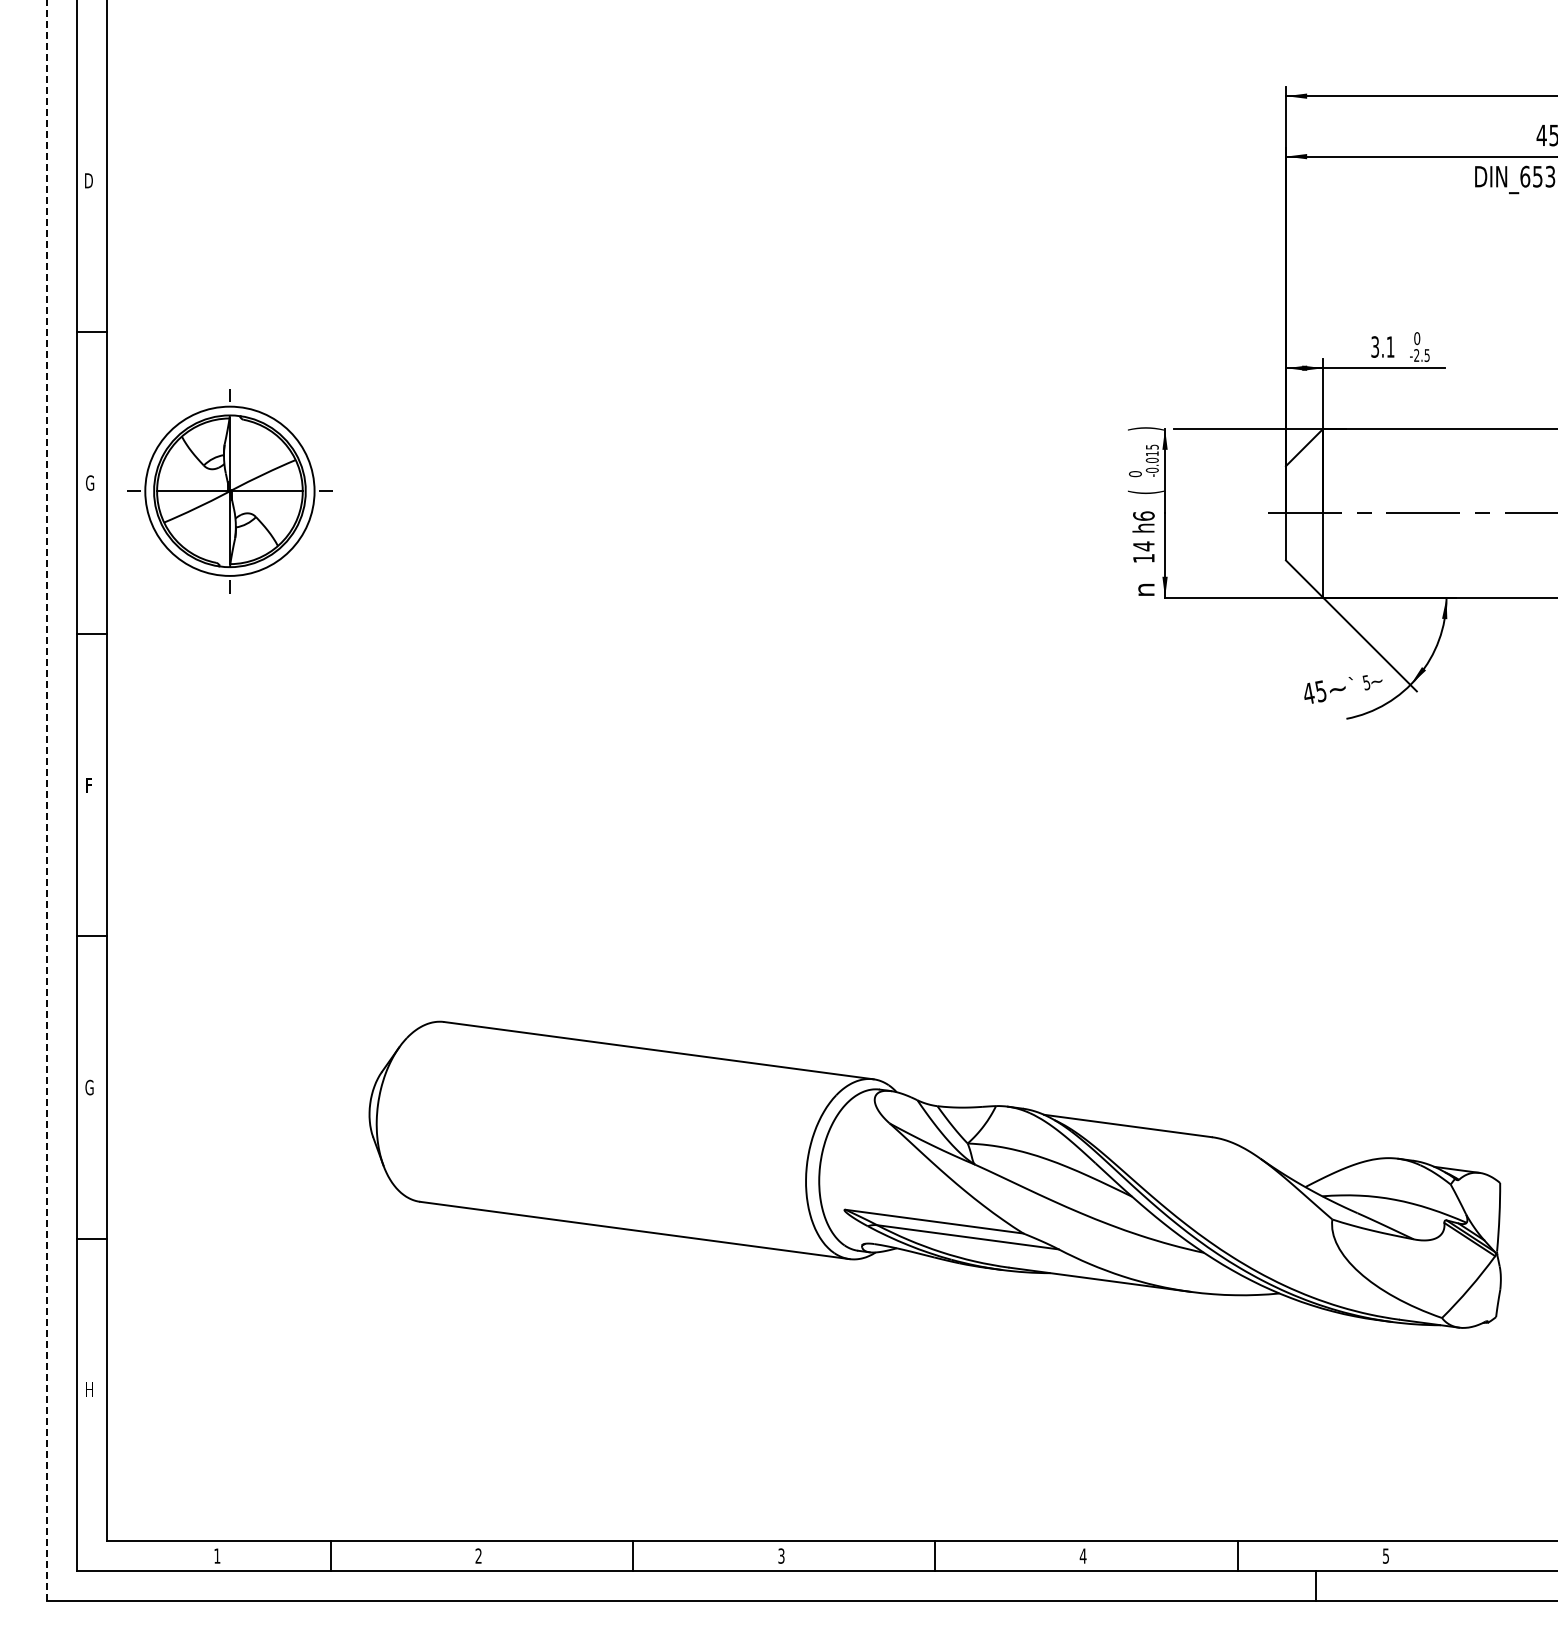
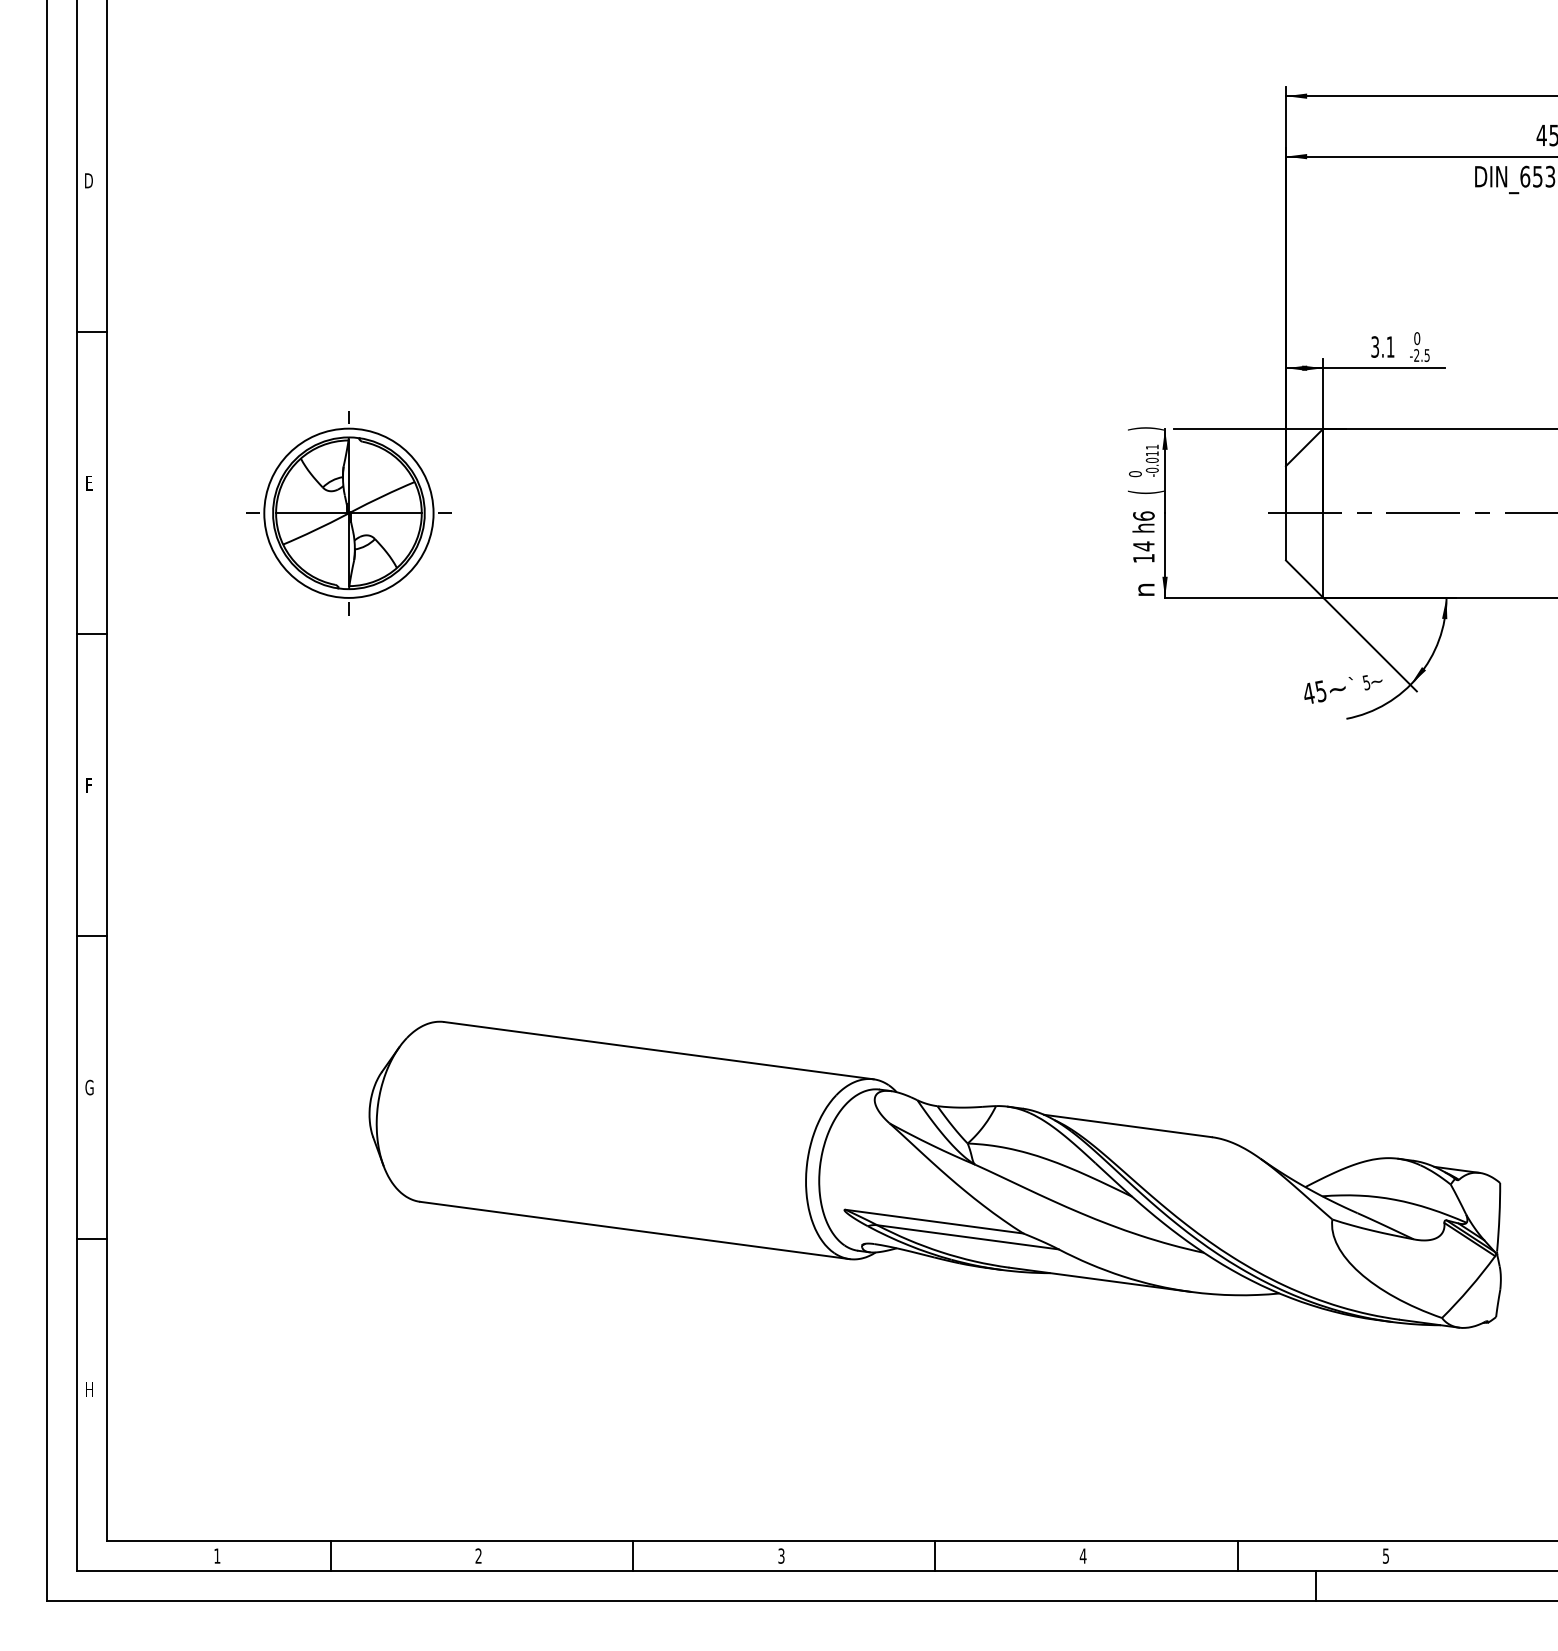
text at (1152, 446): -0.015 -> -0.011
text at (90, 482): G -> E
part at (229, 491) position: (229, 491) -> (348, 513)
line at (46, 800): dashed -> solid
